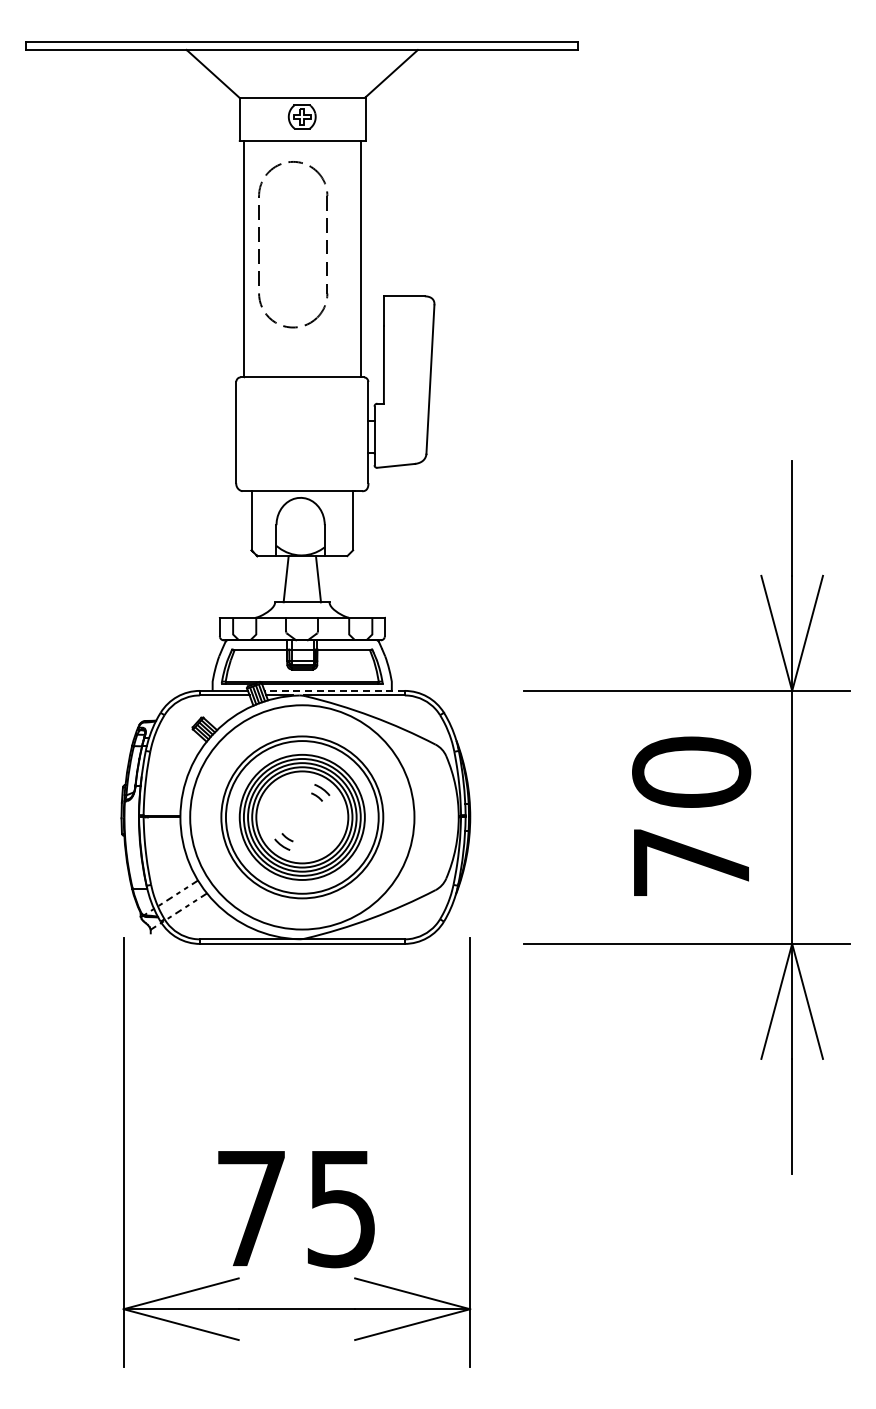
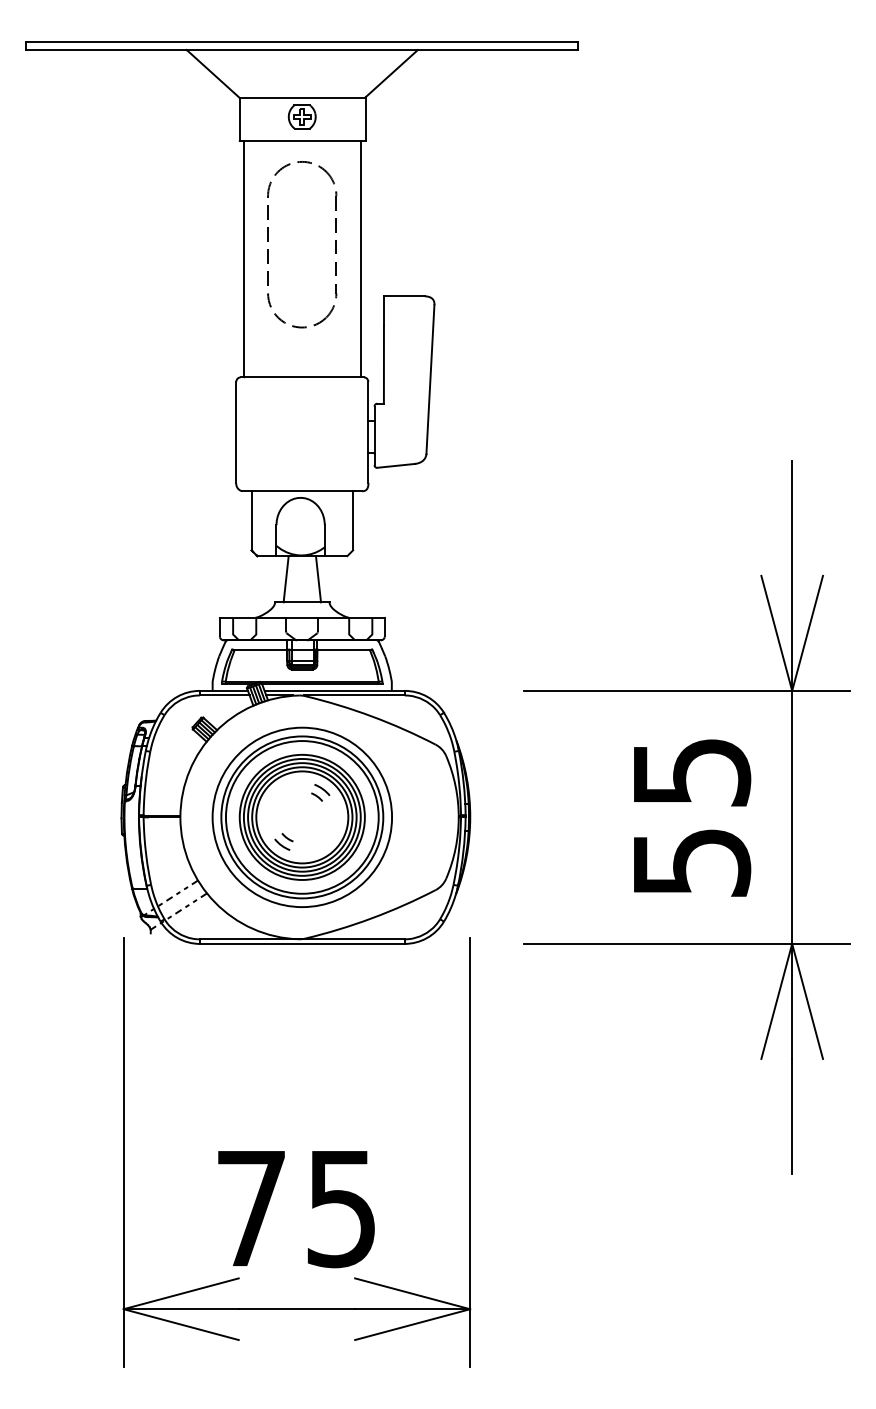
part at (326, 244) position: (326, 244) -> (335, 244)
line at (334, 690): dashed -> solid
text at (691, 816): 70 -> 55
circle at (302, 817) diameter: 224 px -> 179 px
